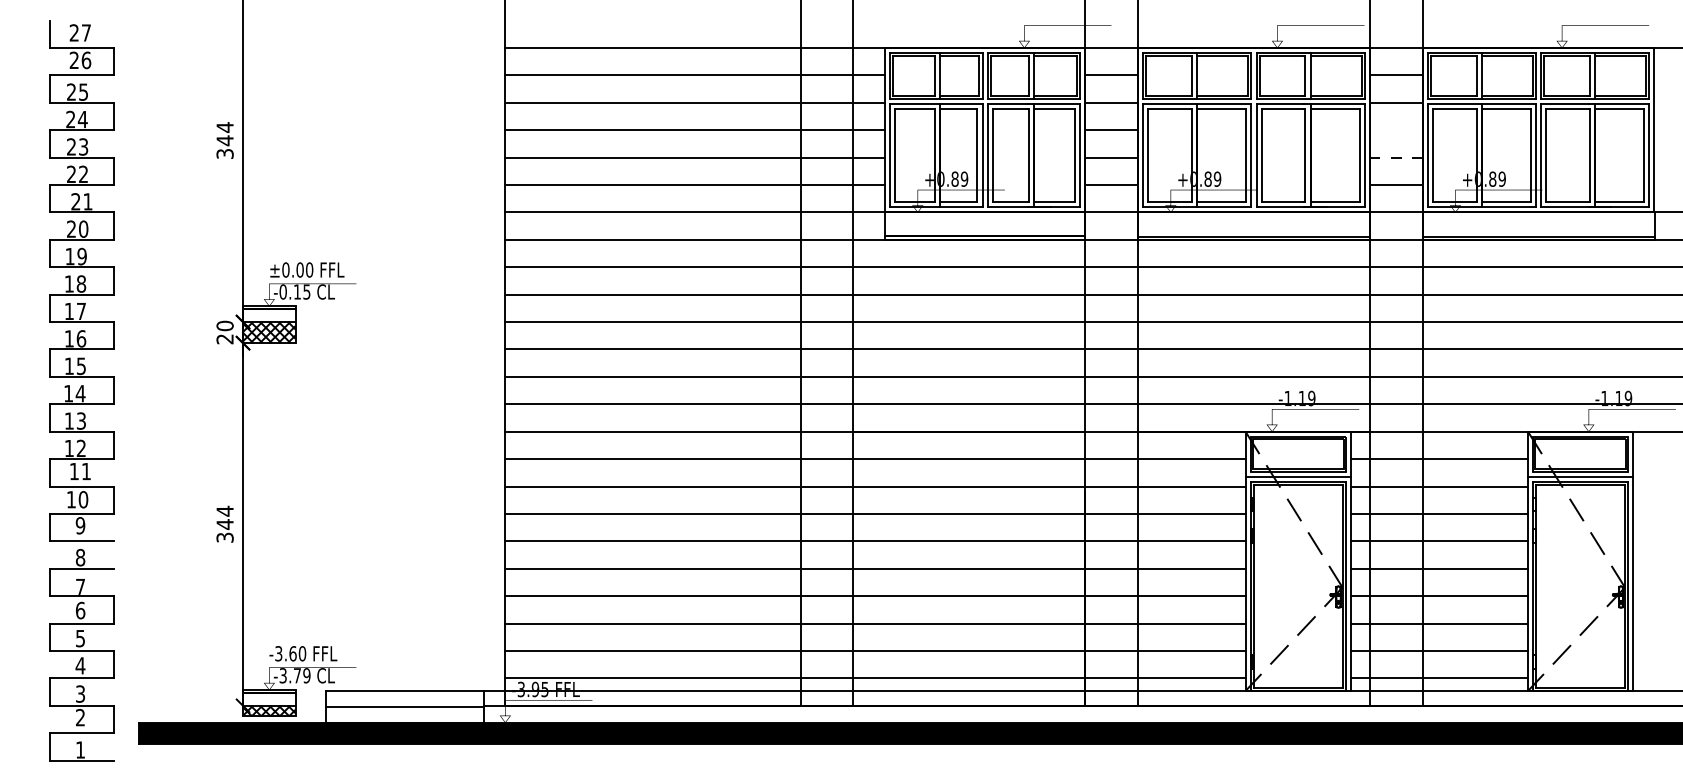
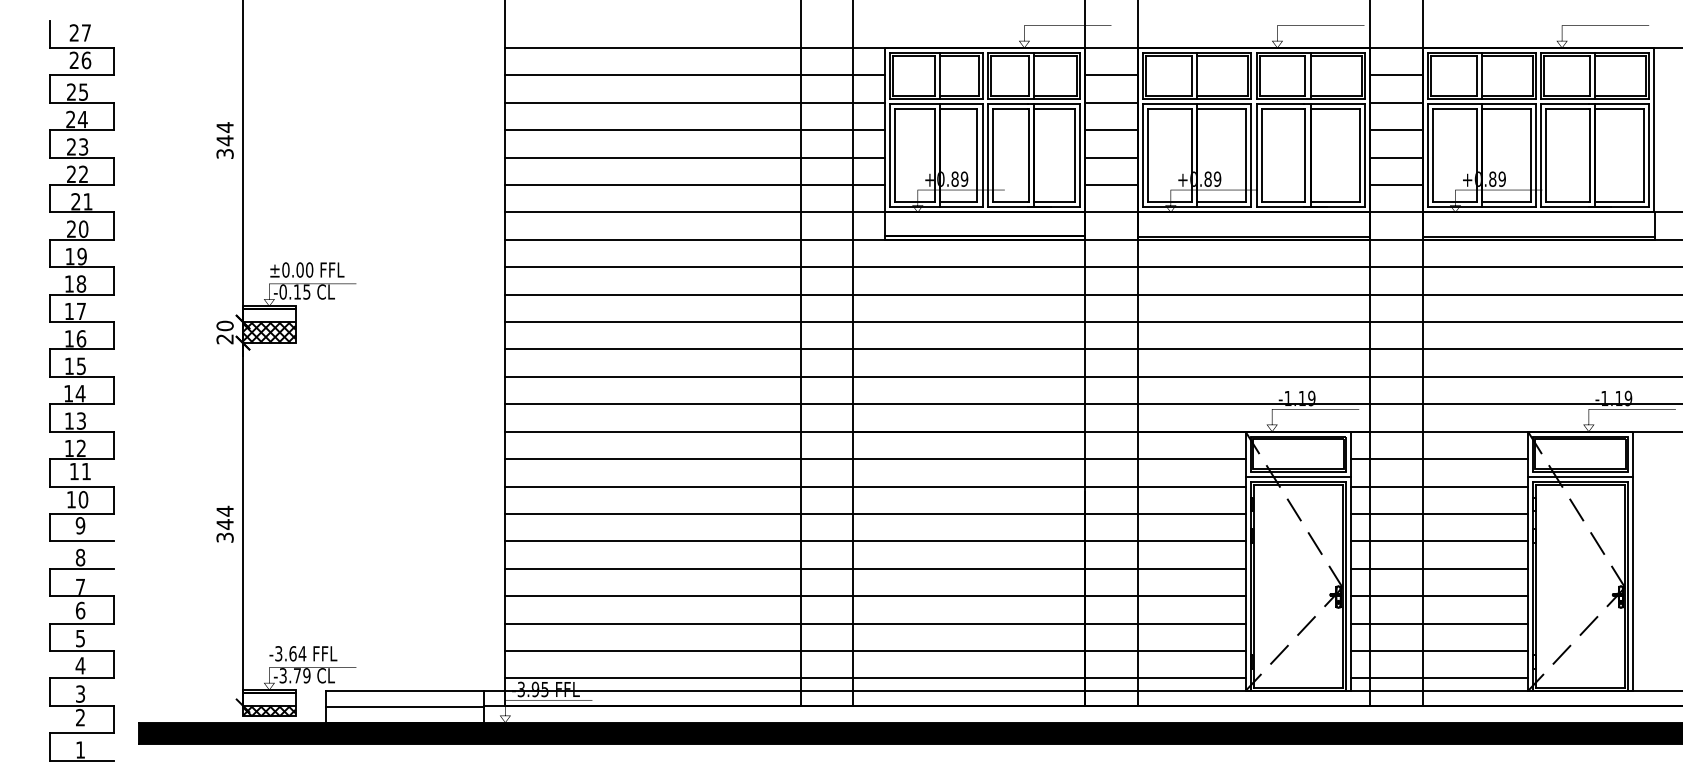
line at (1395, 130): none -> present
line at (1396, 157): dashed -> solid
text at (302, 653): -3.60 -> -3.64
